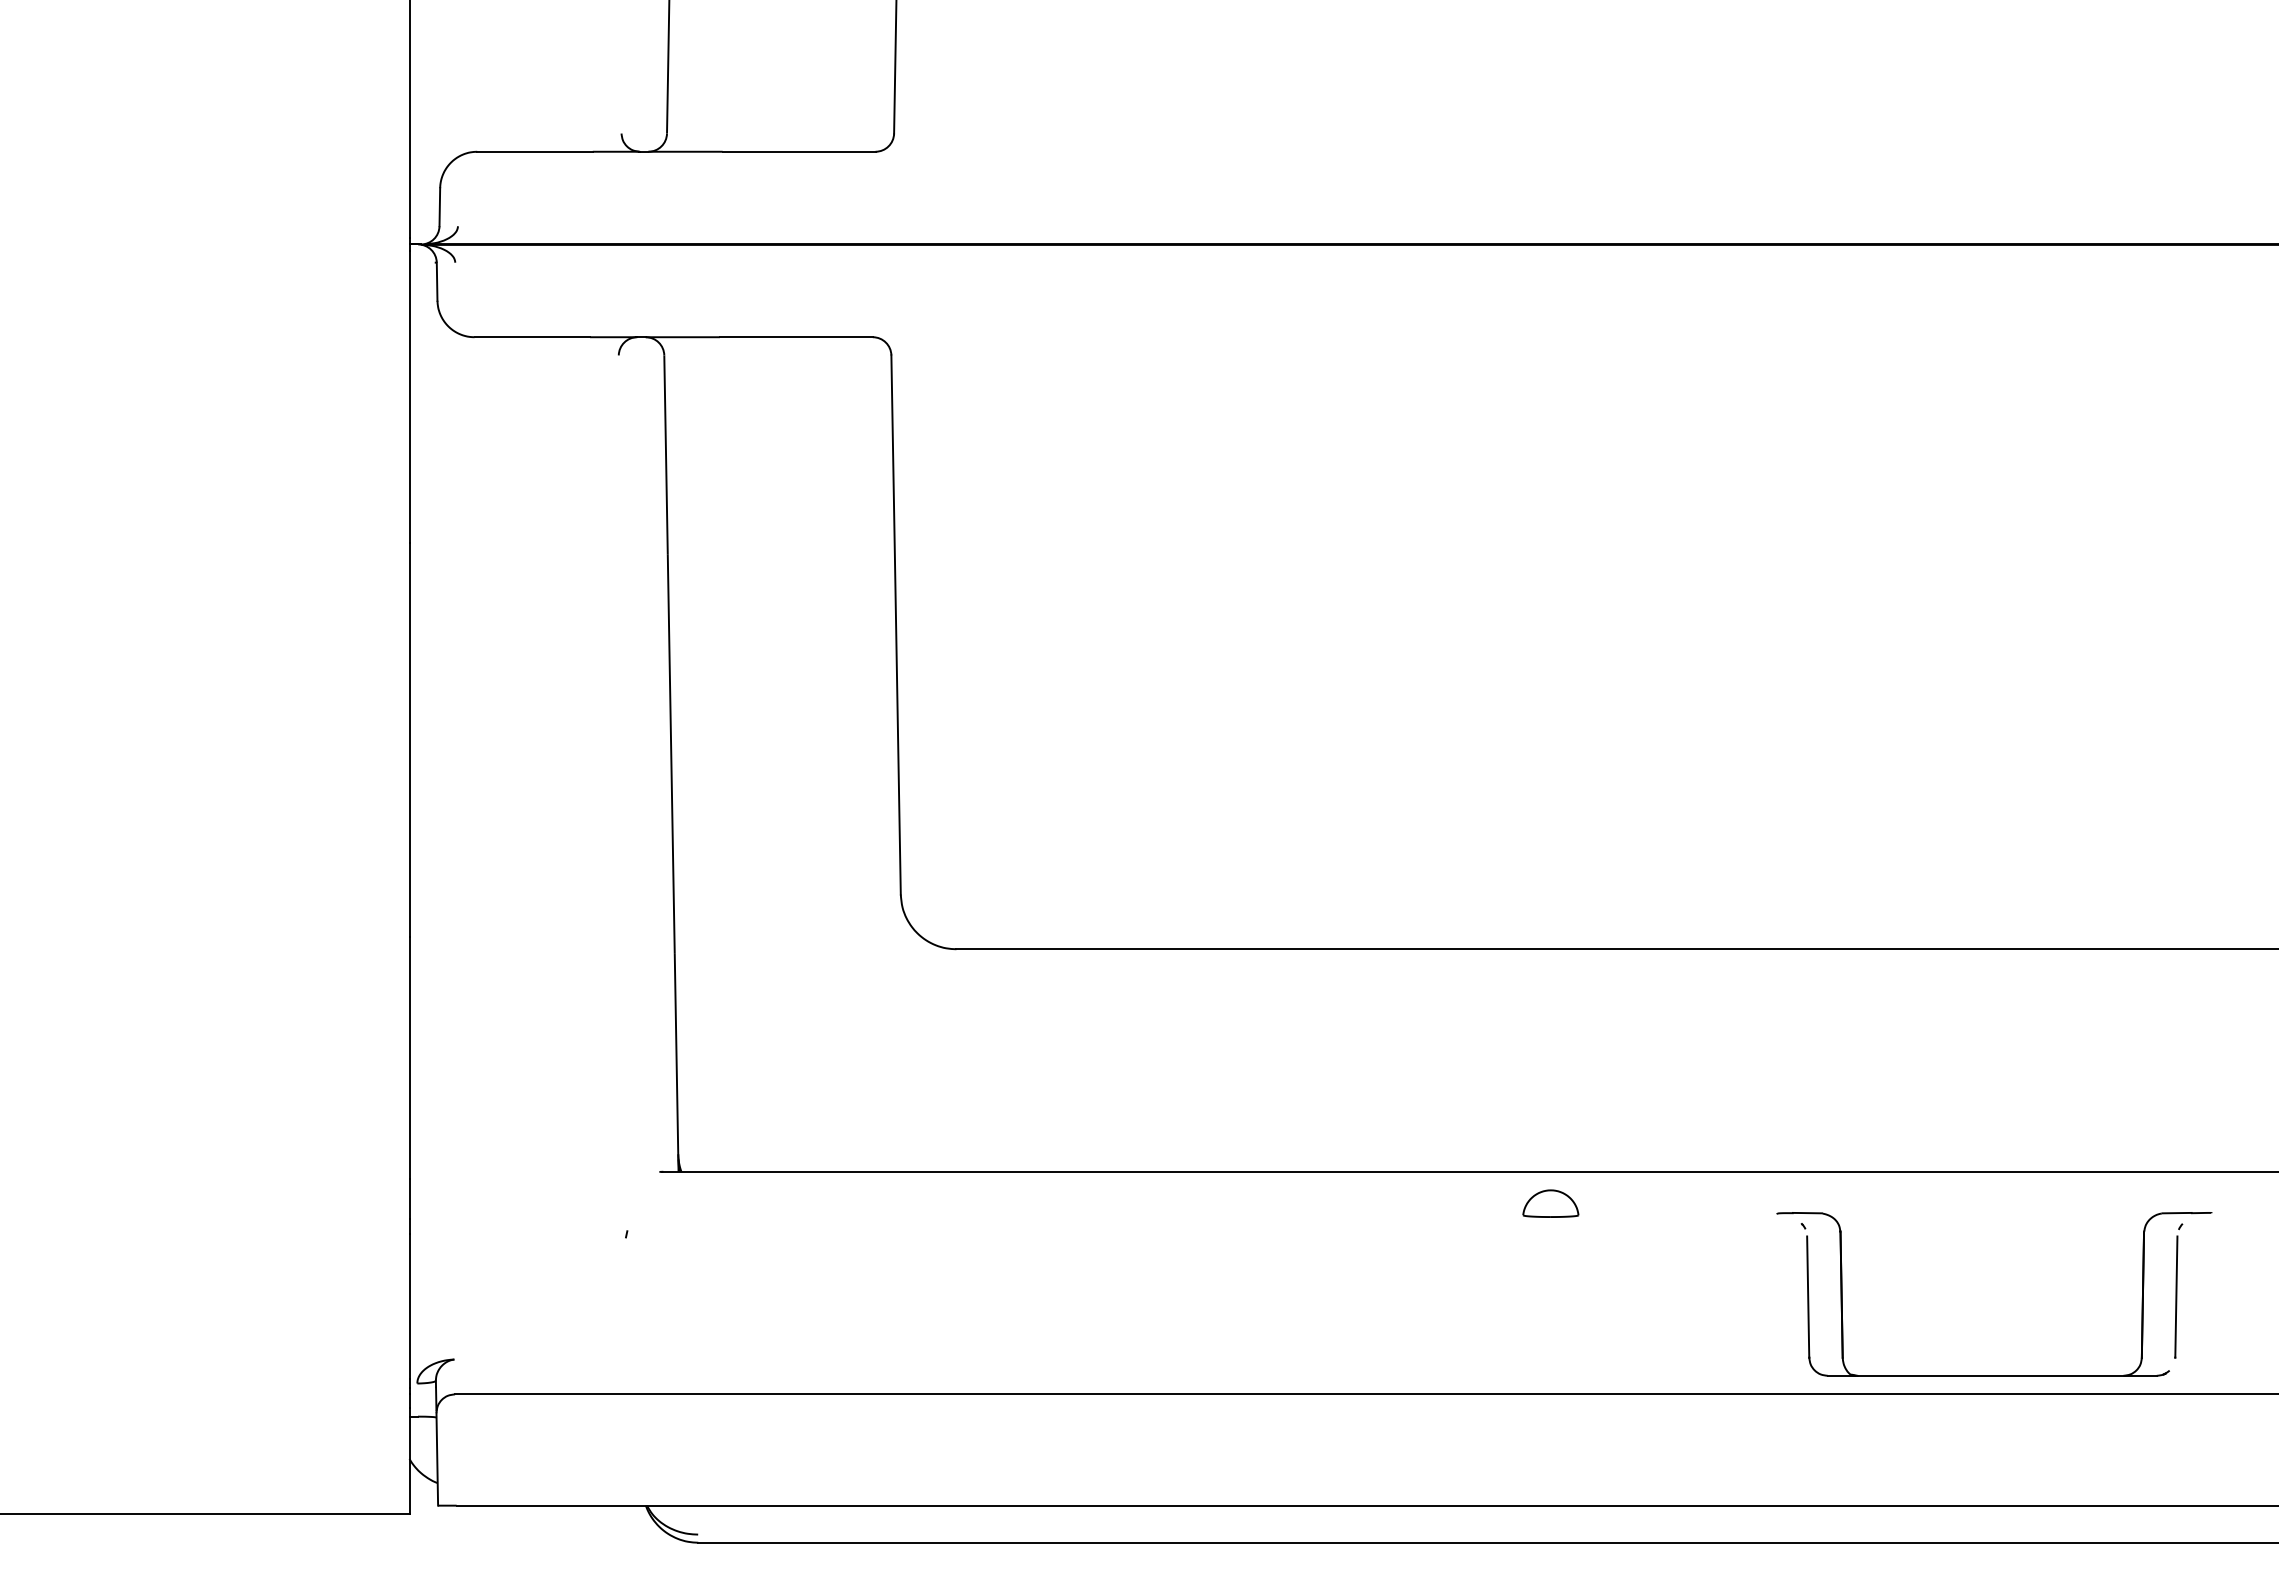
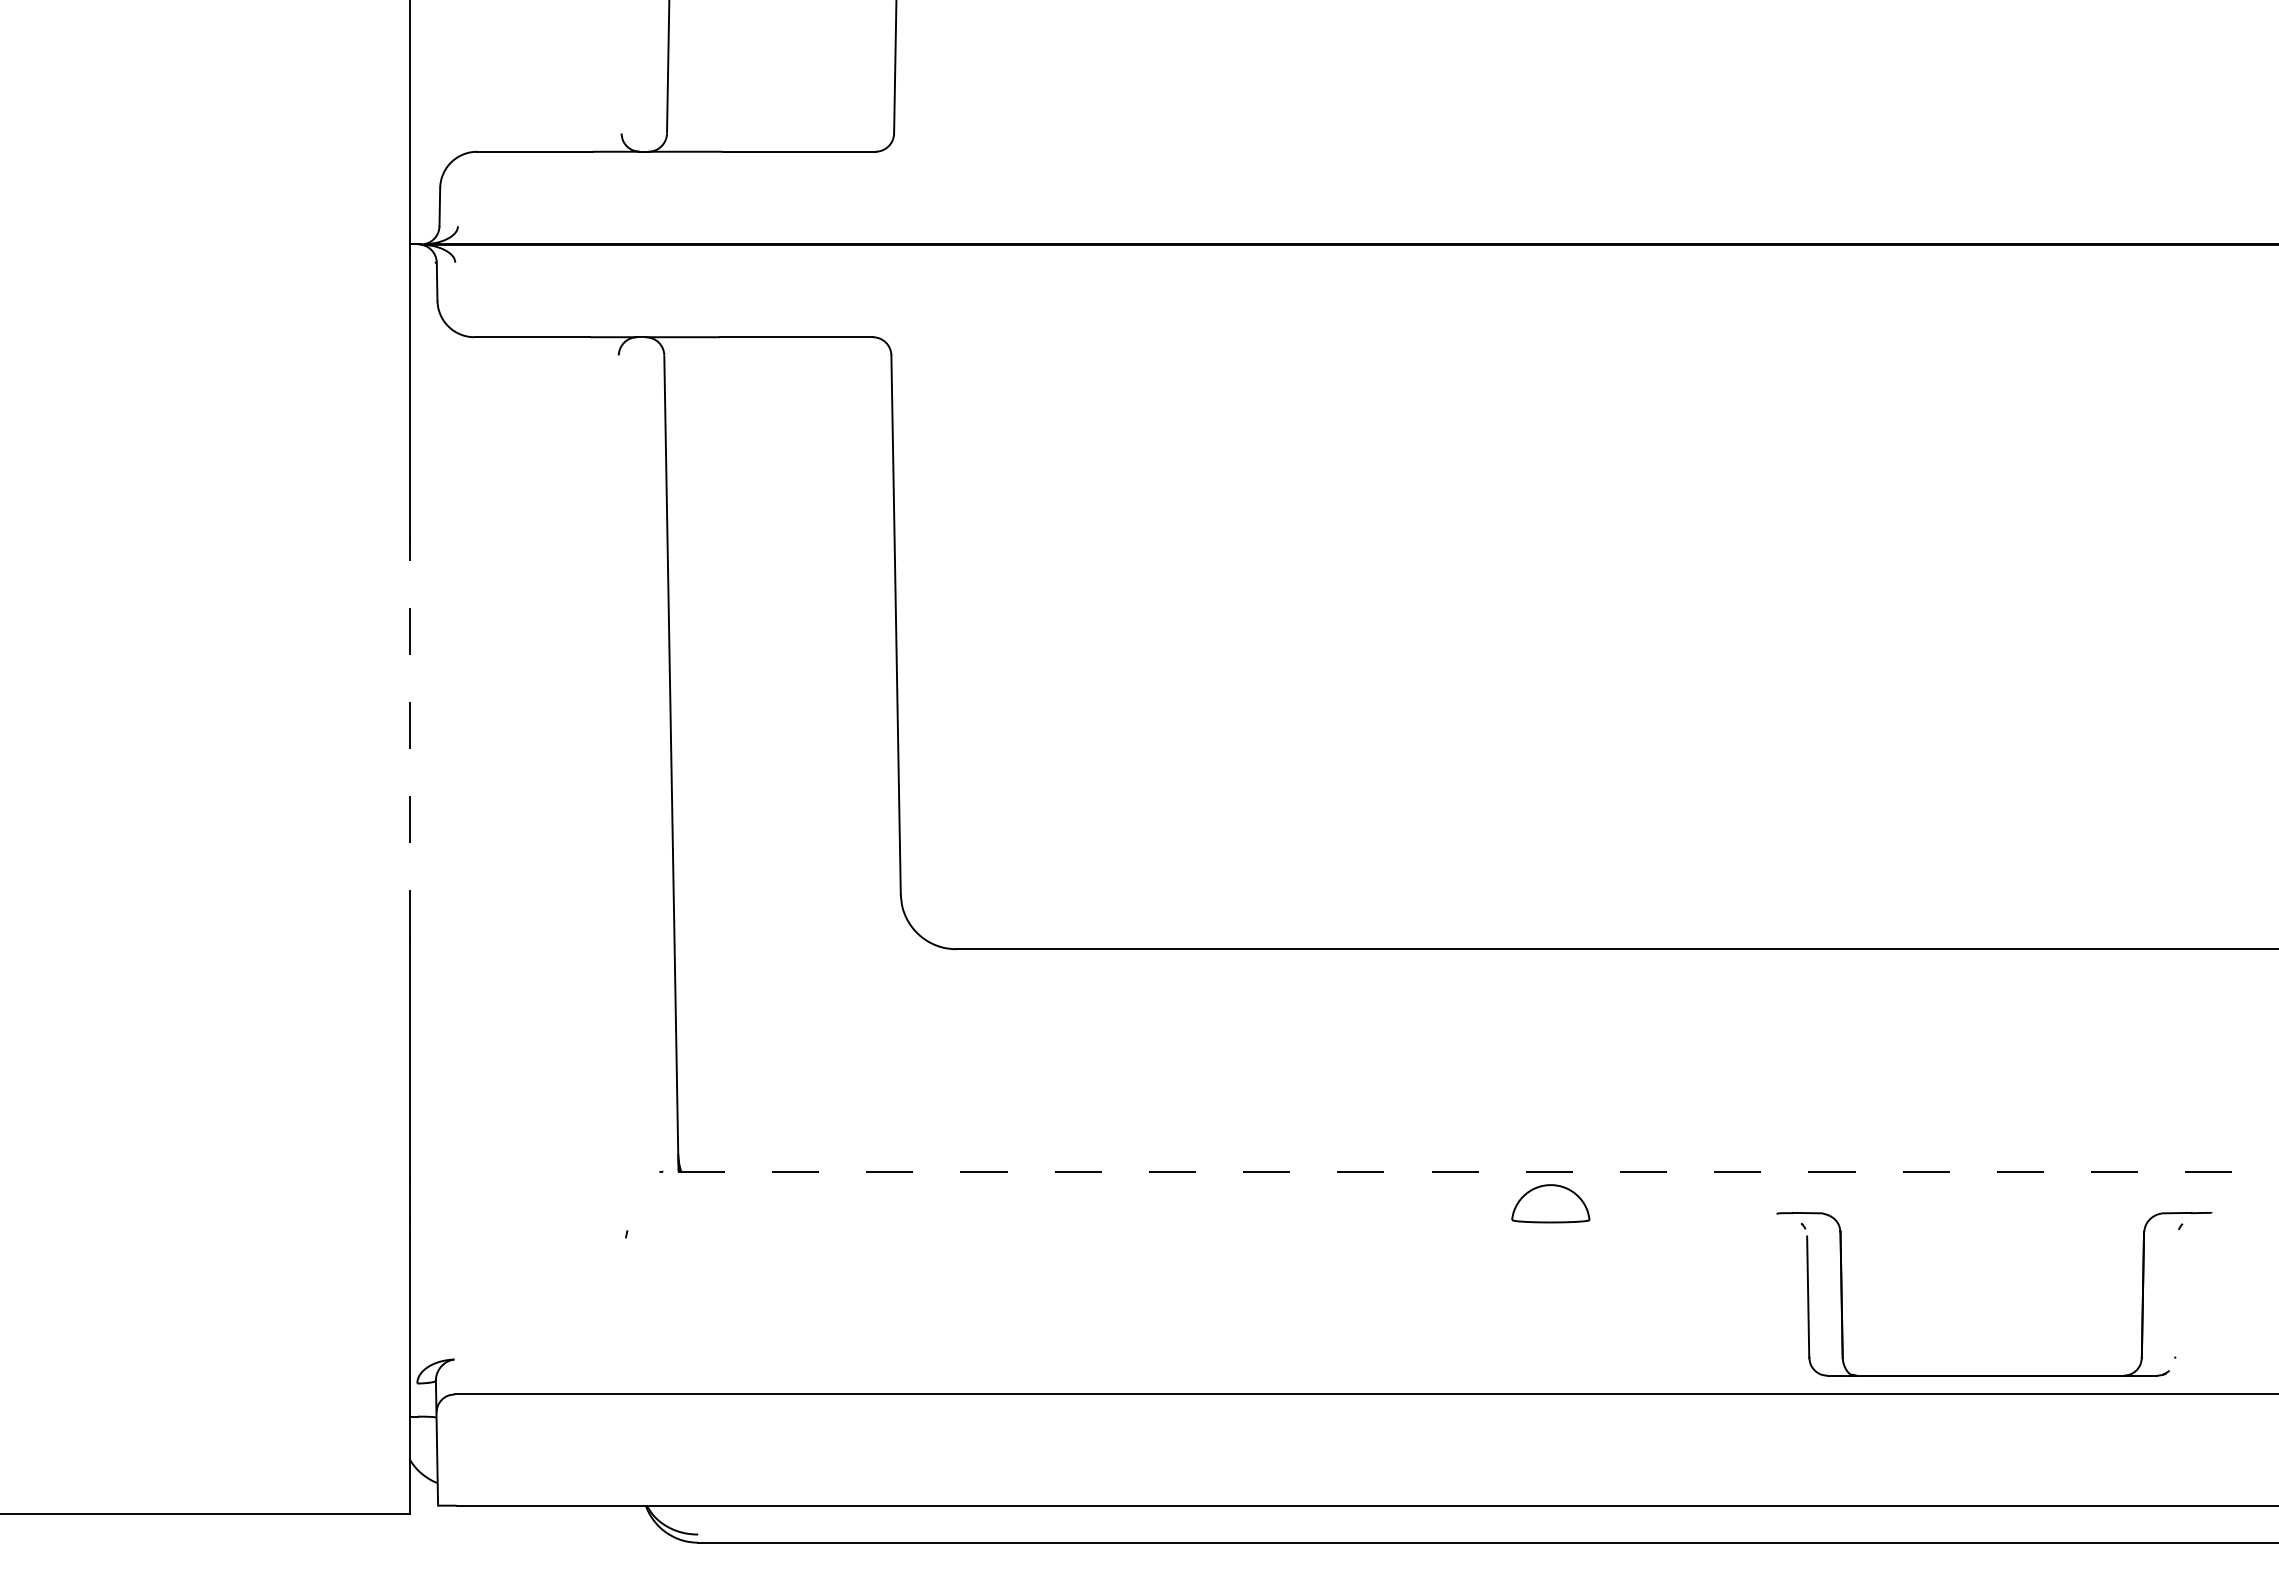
line at (409, 739): solid -> dashed
line at (1469, 1171): solid -> dashed
part at (1550, 1203) size: 58x29 px -> 80x40 px
line at (2176, 1296): present -> none
